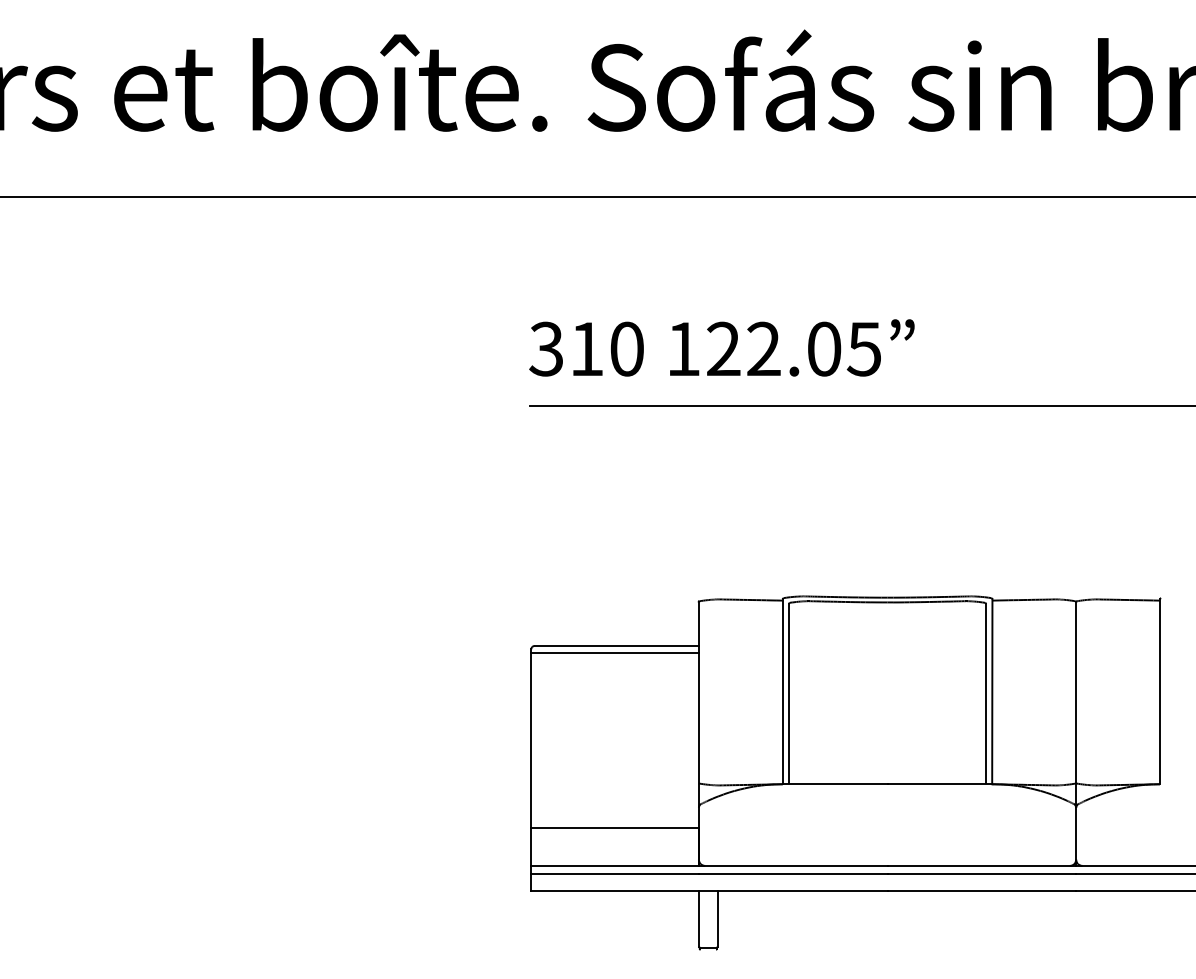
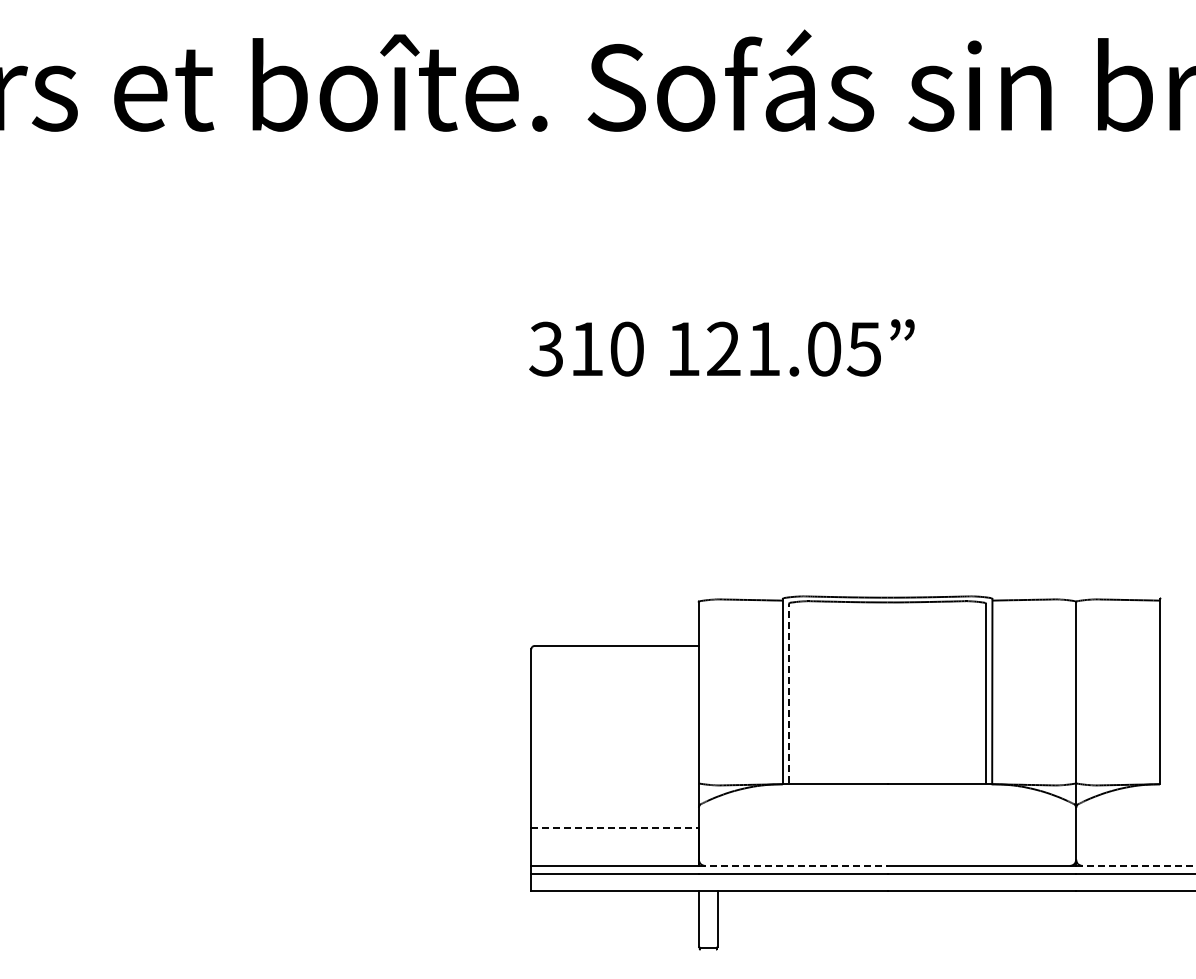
line at (597, 197): present -> none
text at (763, 348): 122.05 -> 121.05
line at (860, 406): present -> none
line at (614, 652): present -> none
line at (788, 693): solid -> dashed
line at (615, 828): solid -> dashed
line at (793, 865): solid -> dashed
line at (1136, 865): solid -> dashed
